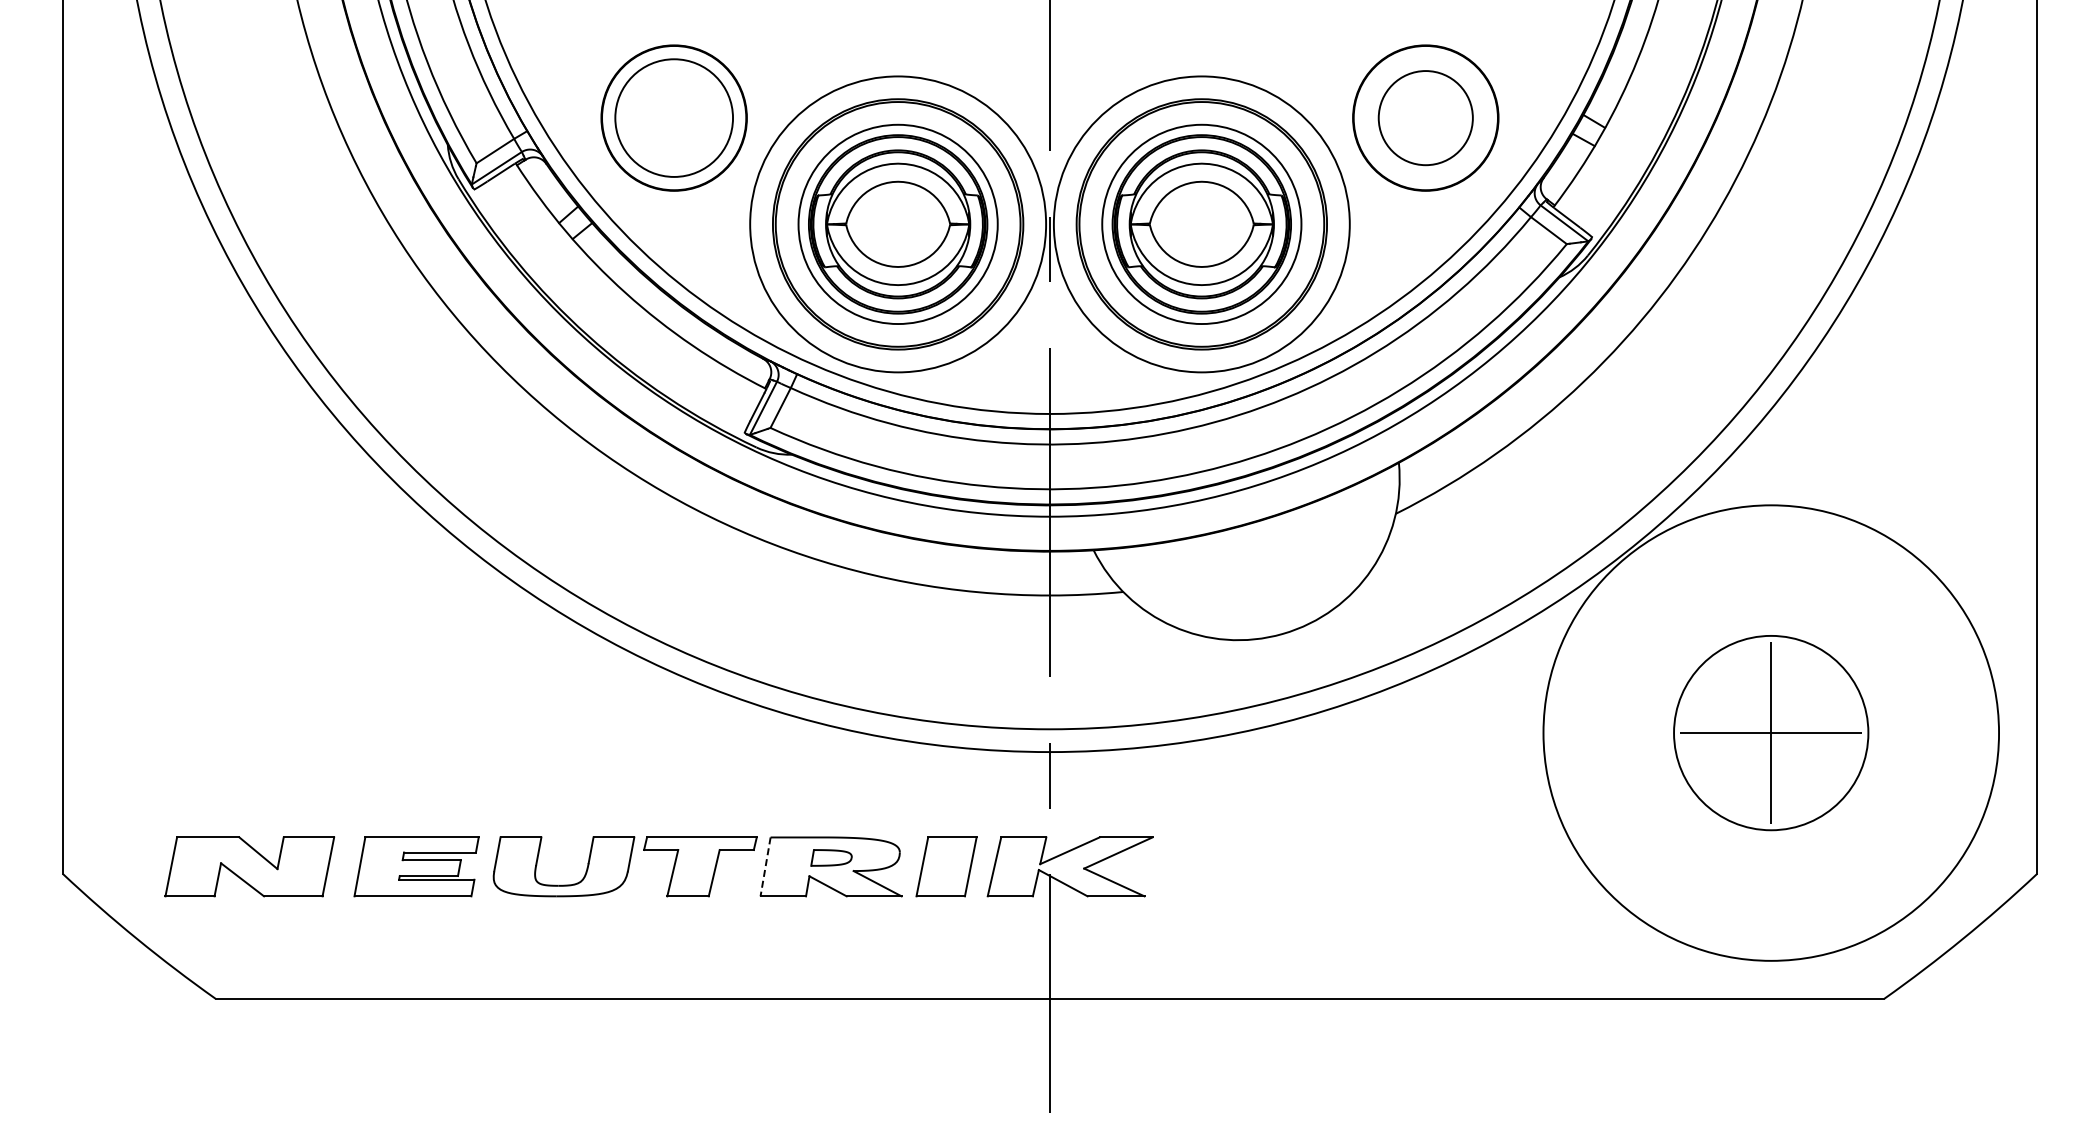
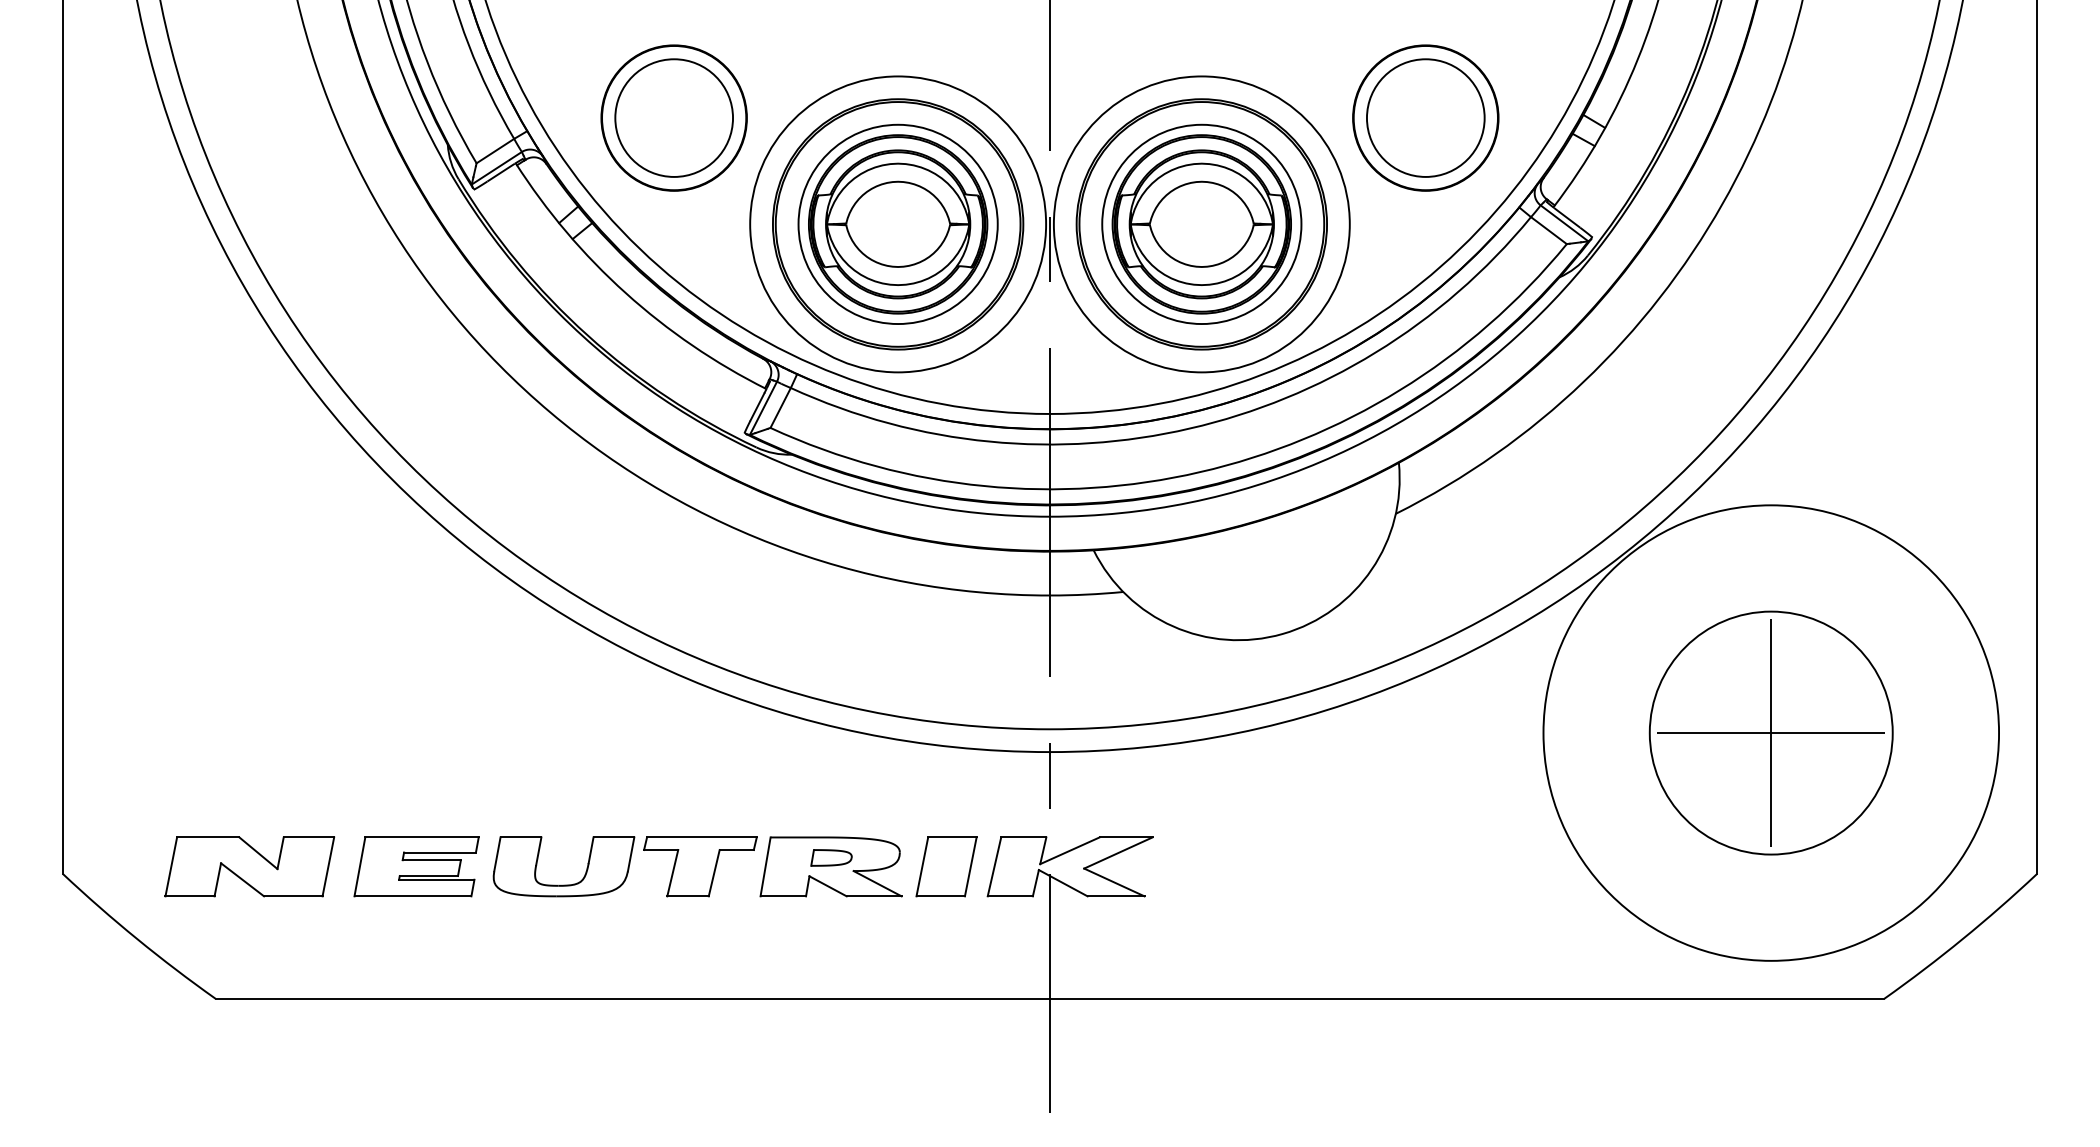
circle at (1425, 118) diameter: 94 px -> 118 px
part at (1771, 733) size: 197x197 px -> 246x246 px
line at (765, 866): dashed -> solid
